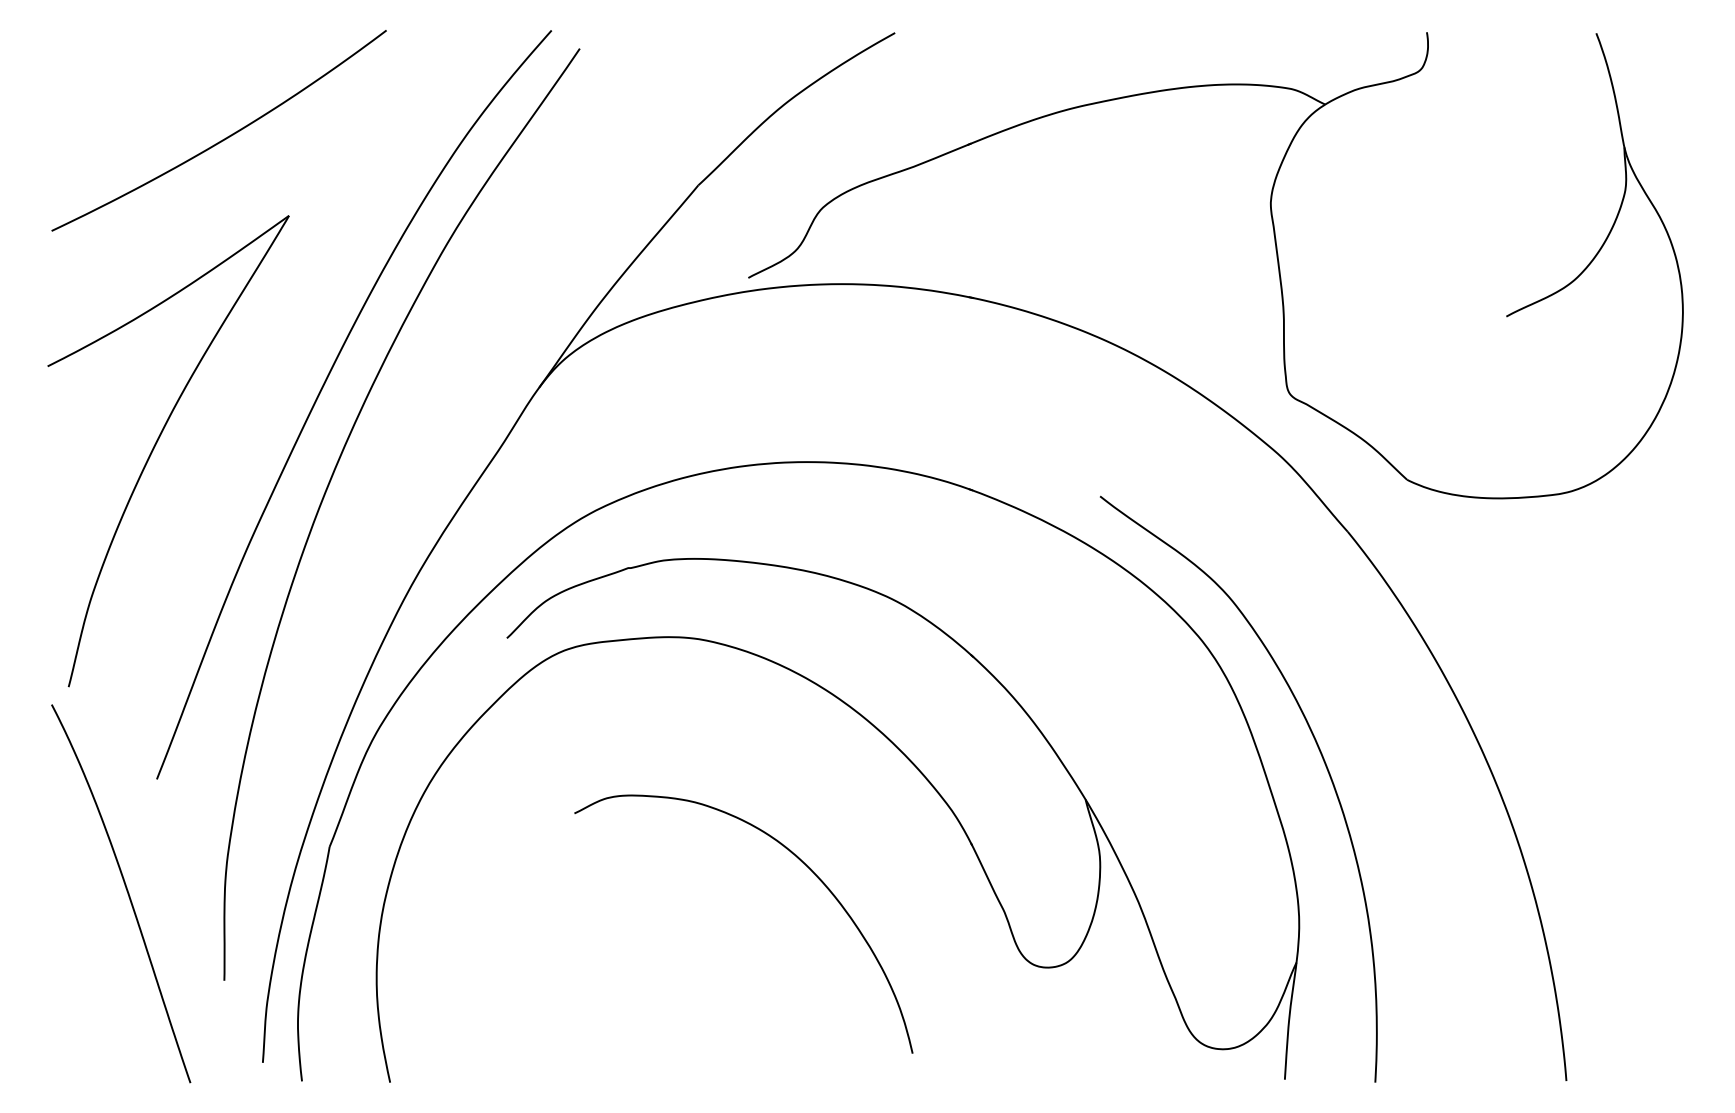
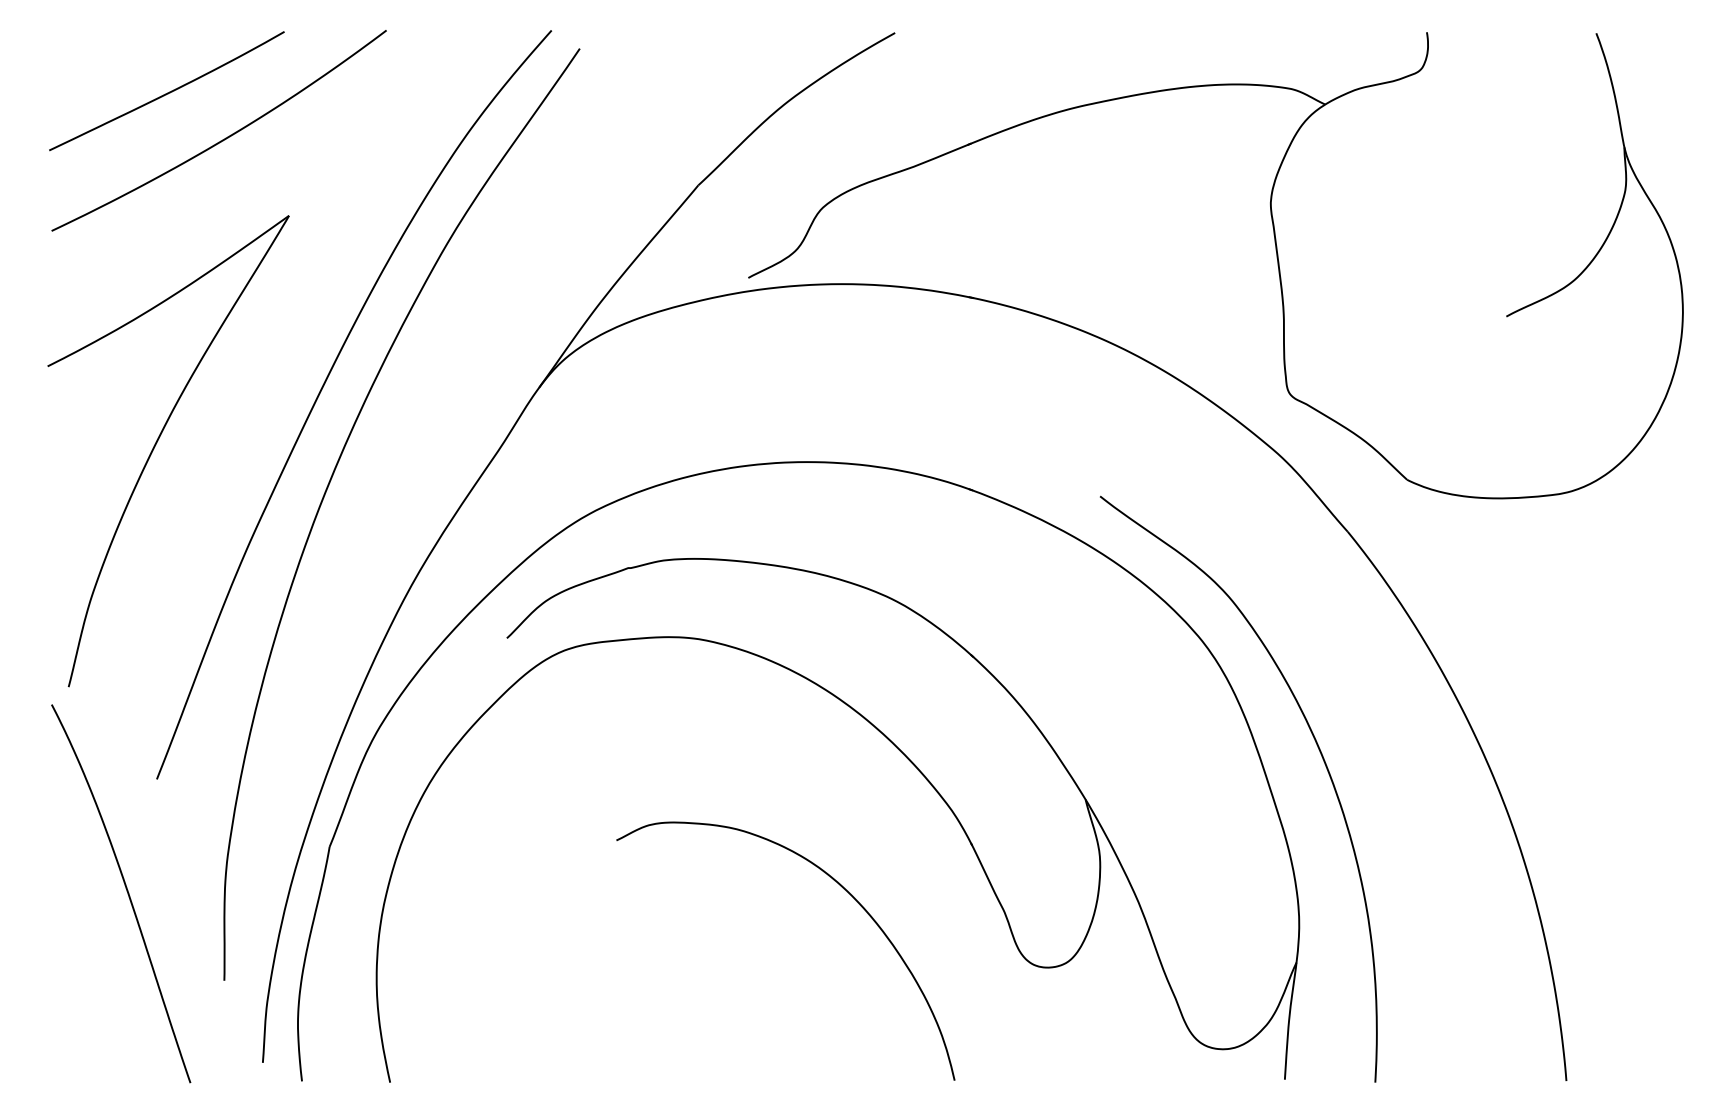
curve at (167, 92): none -> present
curve at (801, 862) position: (801, 862) -> (843, 889)
